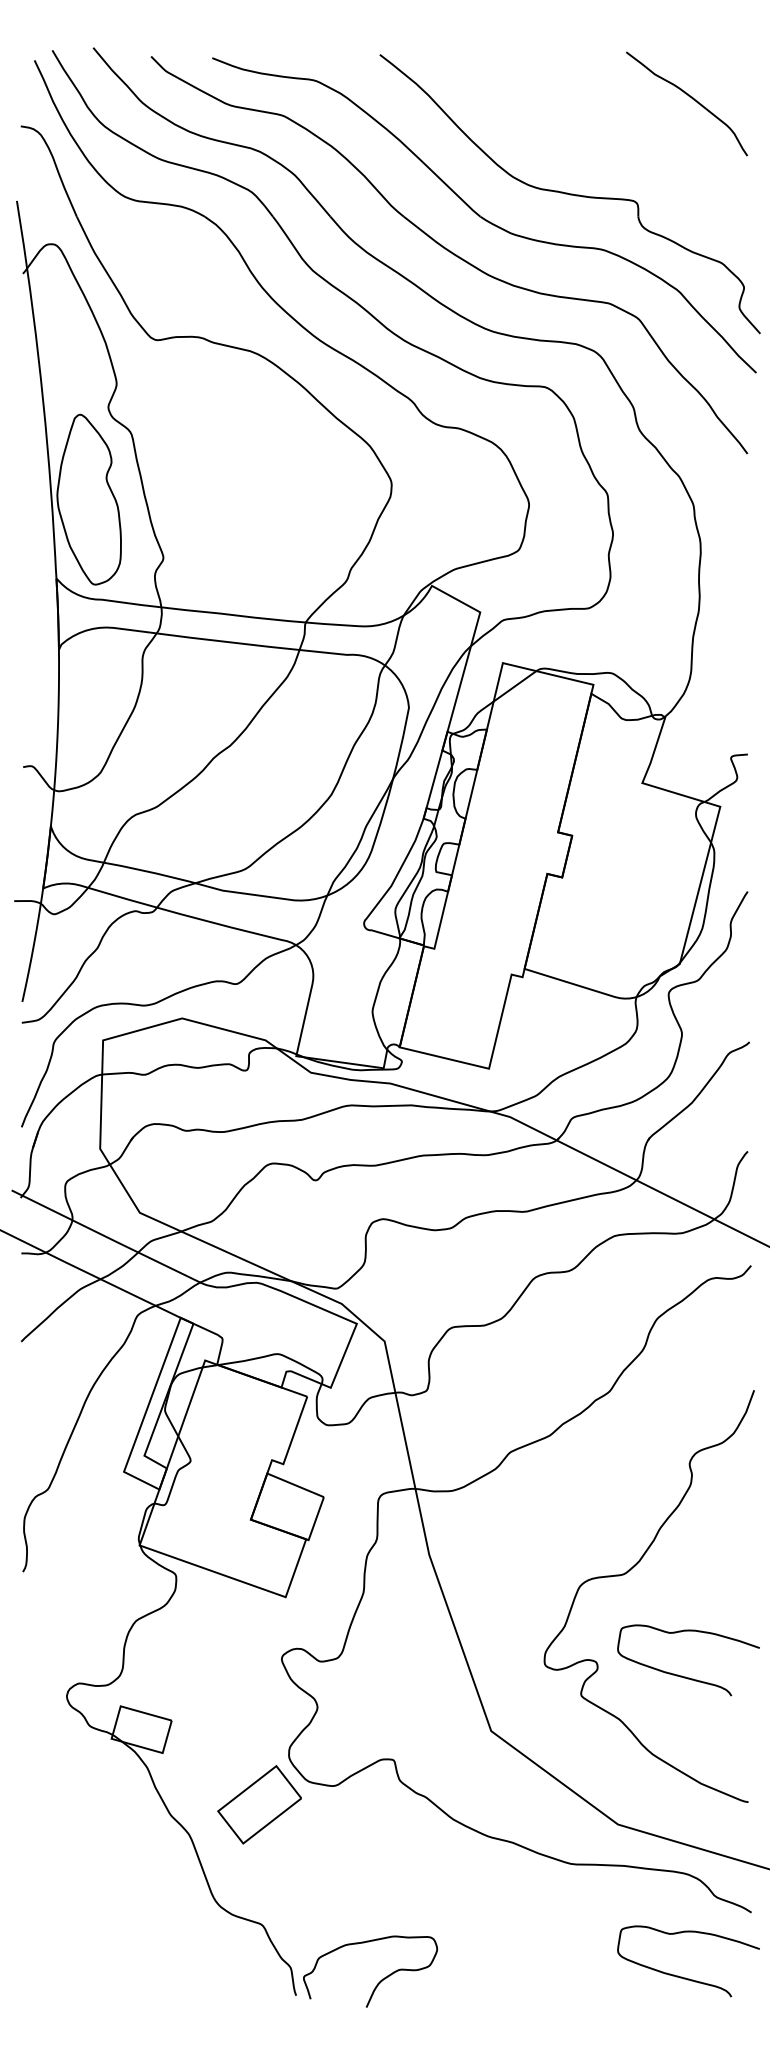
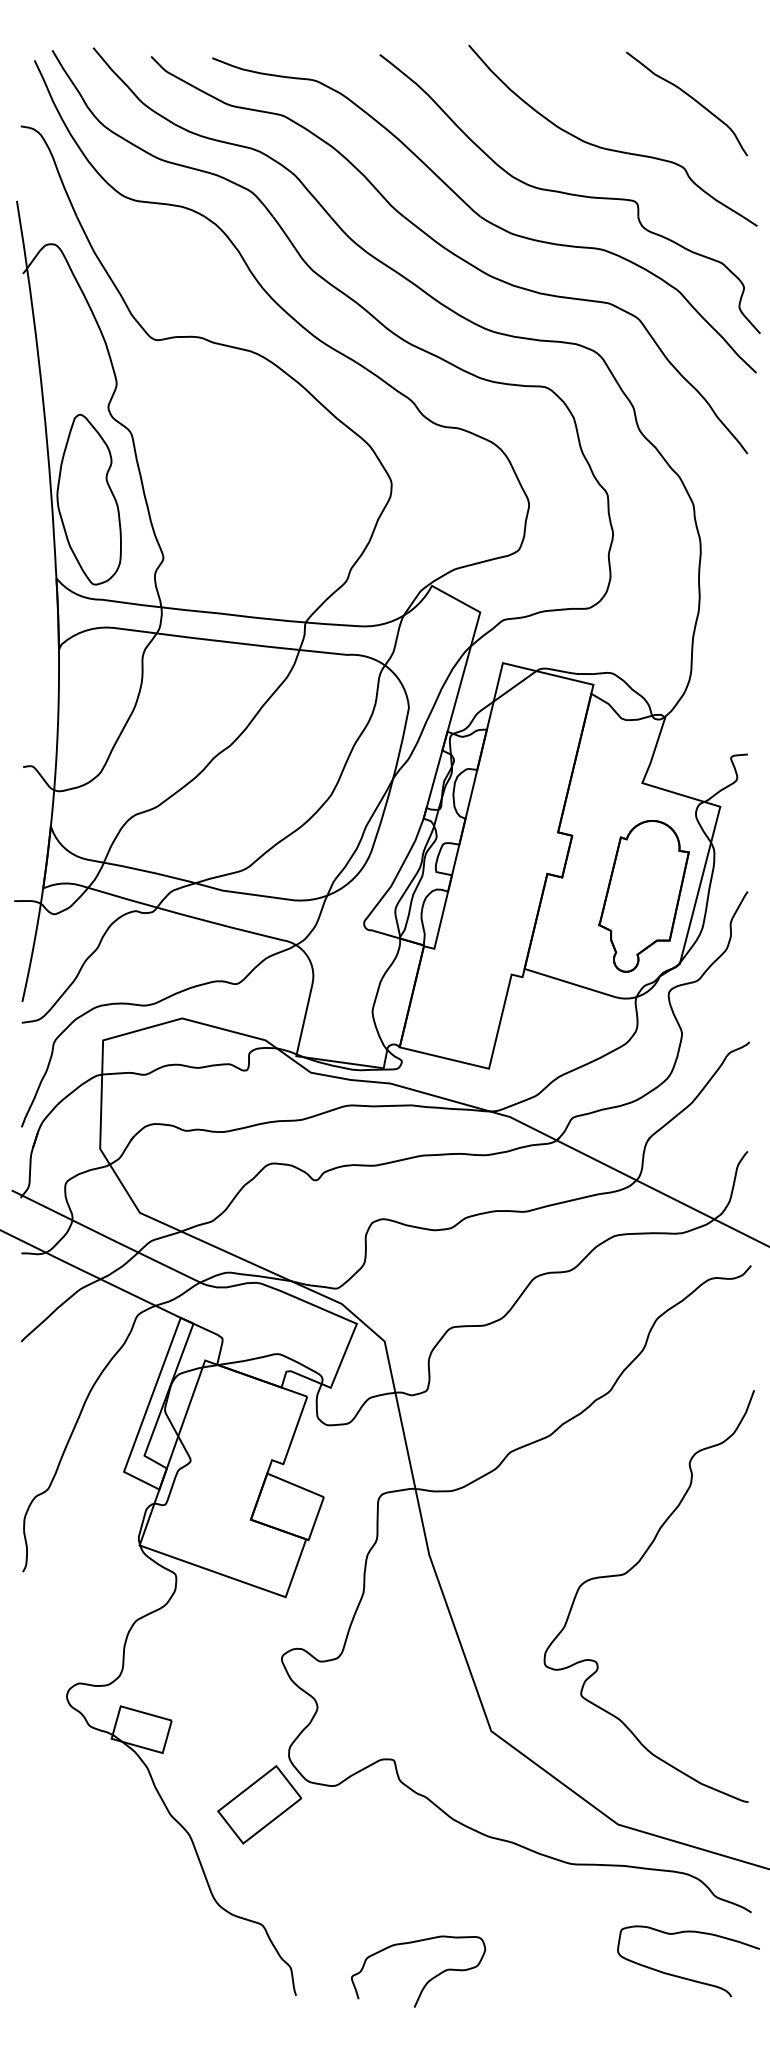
part at (609, 148): none -> present
part at (643, 896): none -> present
curve at (685, 1676): present -> none
curve at (380, 1980) position: (380, 1980) -> (428, 1980)
